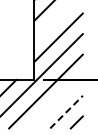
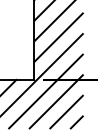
line at (53, 21): none -> present
line at (55, 101): none -> present
line at (66, 111): dashed -> solid
